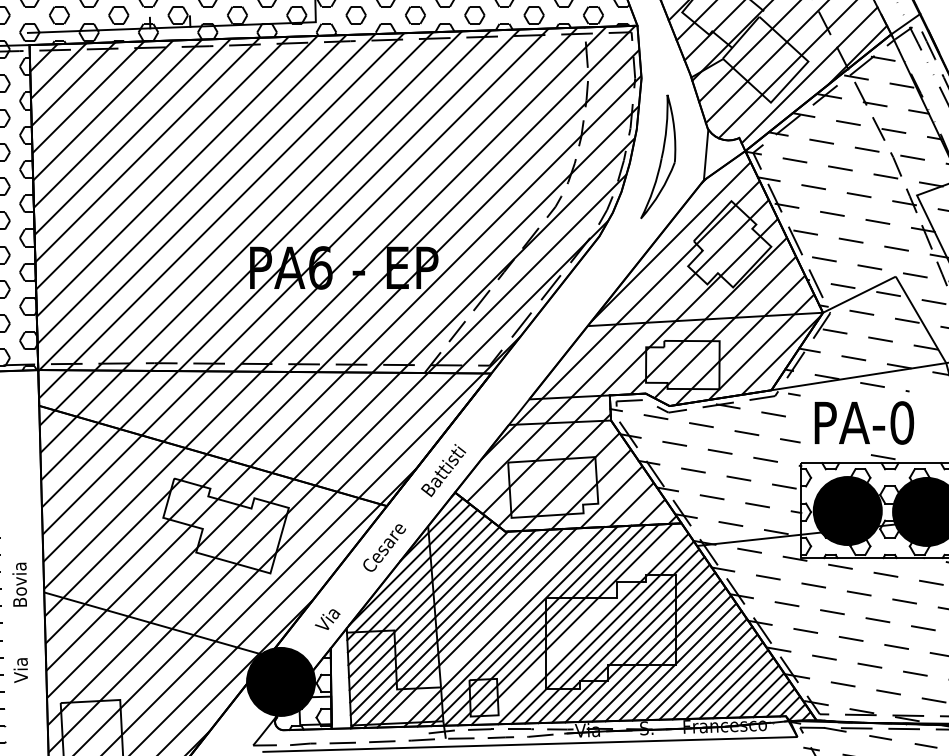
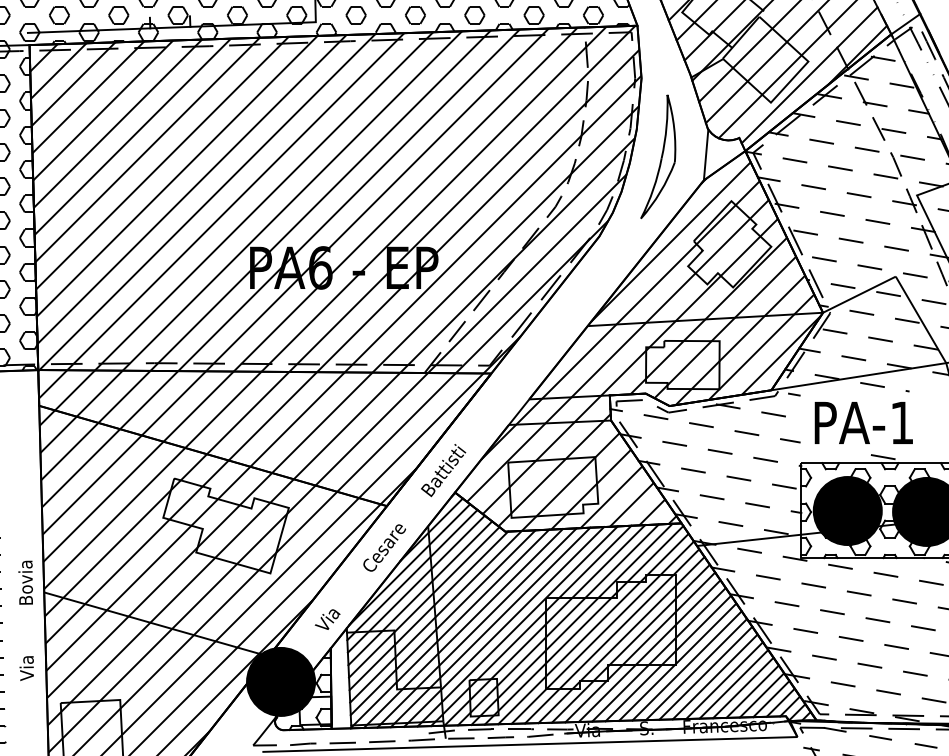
text at (902, 422): PA-0 -> PA-1
text at (19, 622) position: (19, 622) -> (25, 620)
line at (583, 625): none -> present
line at (490, 627): none -> present
